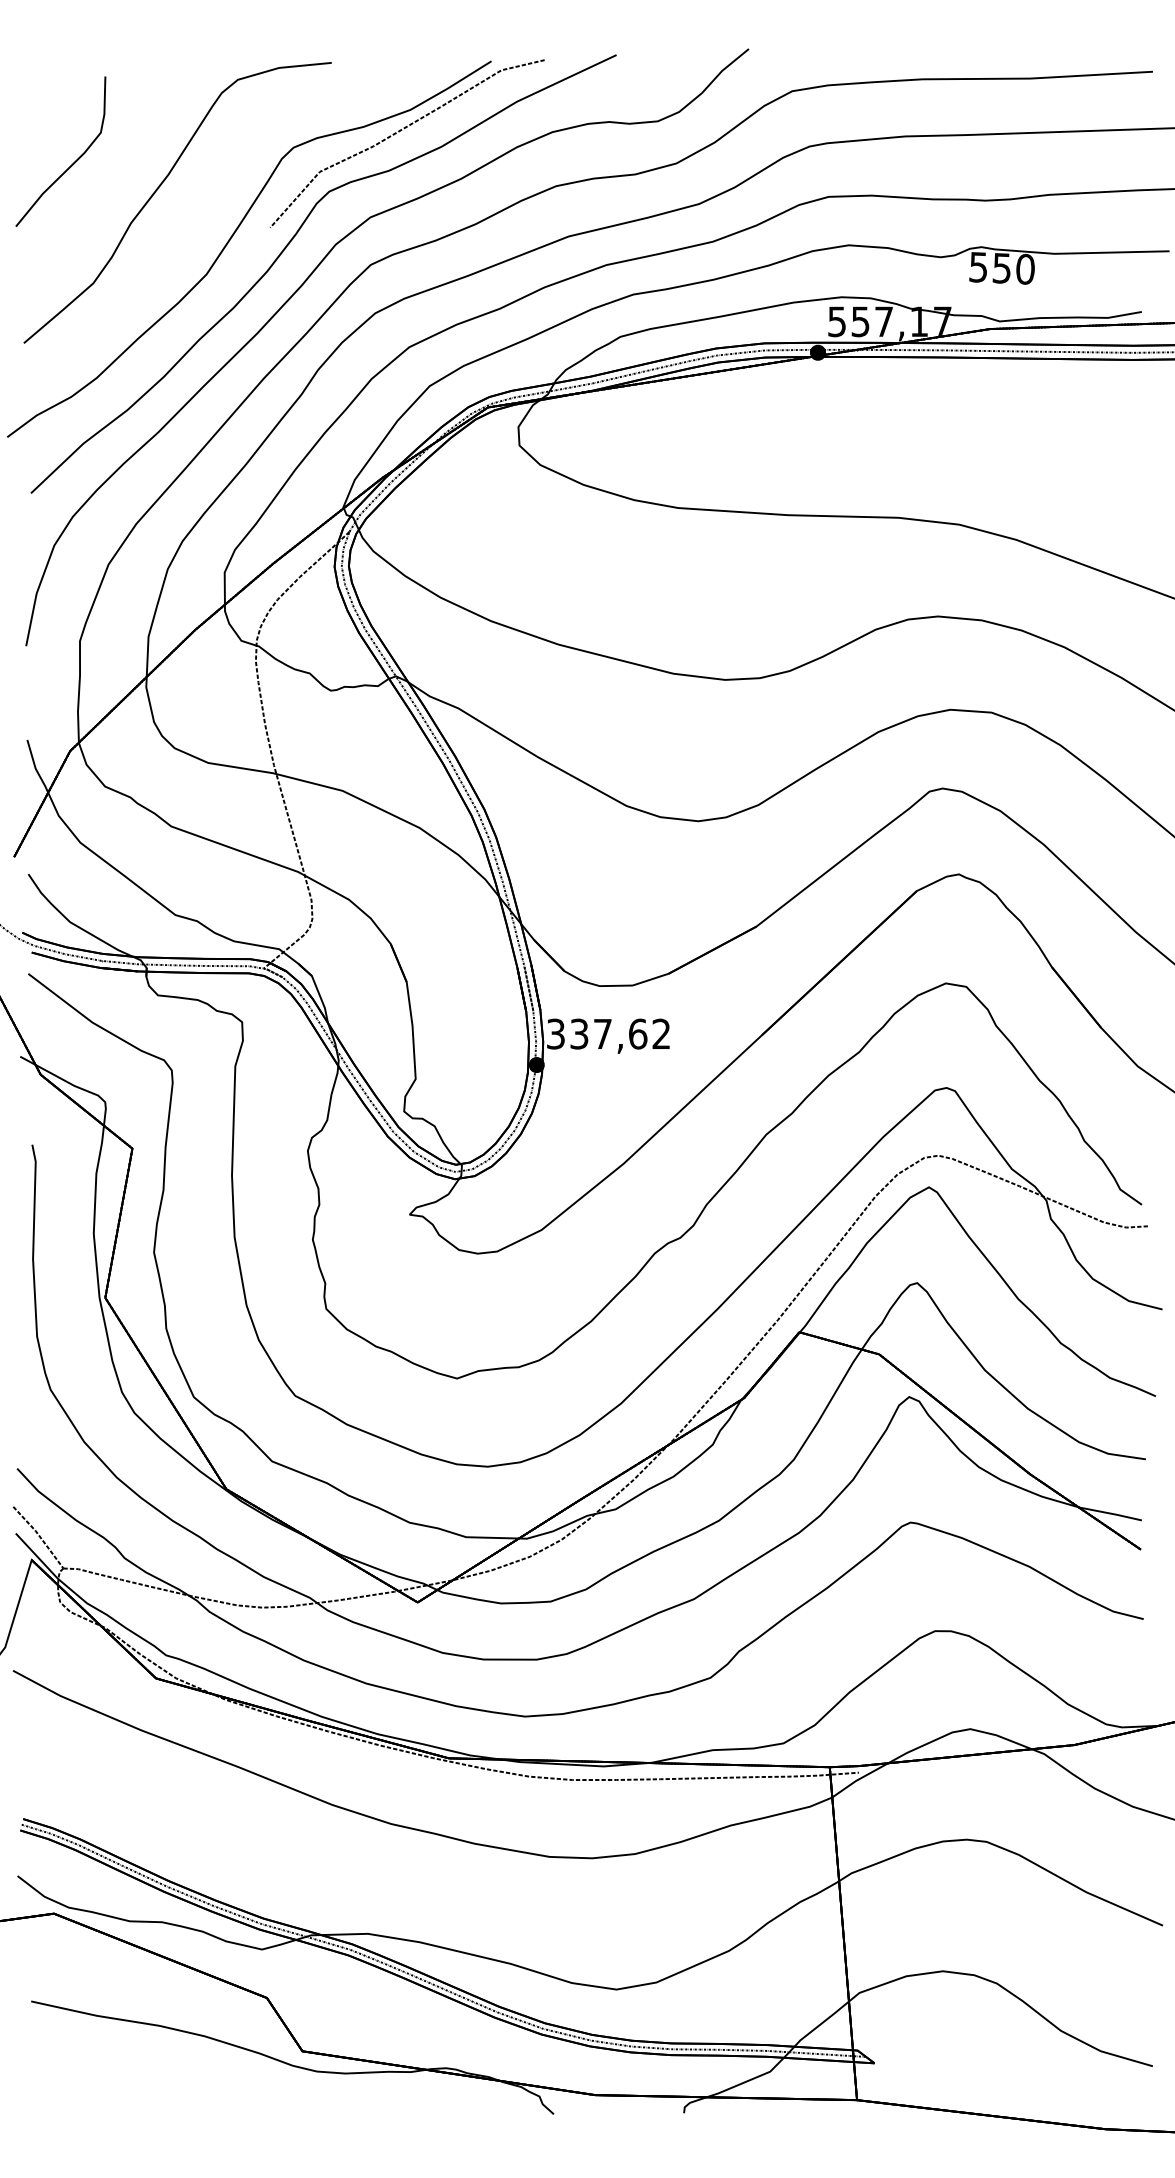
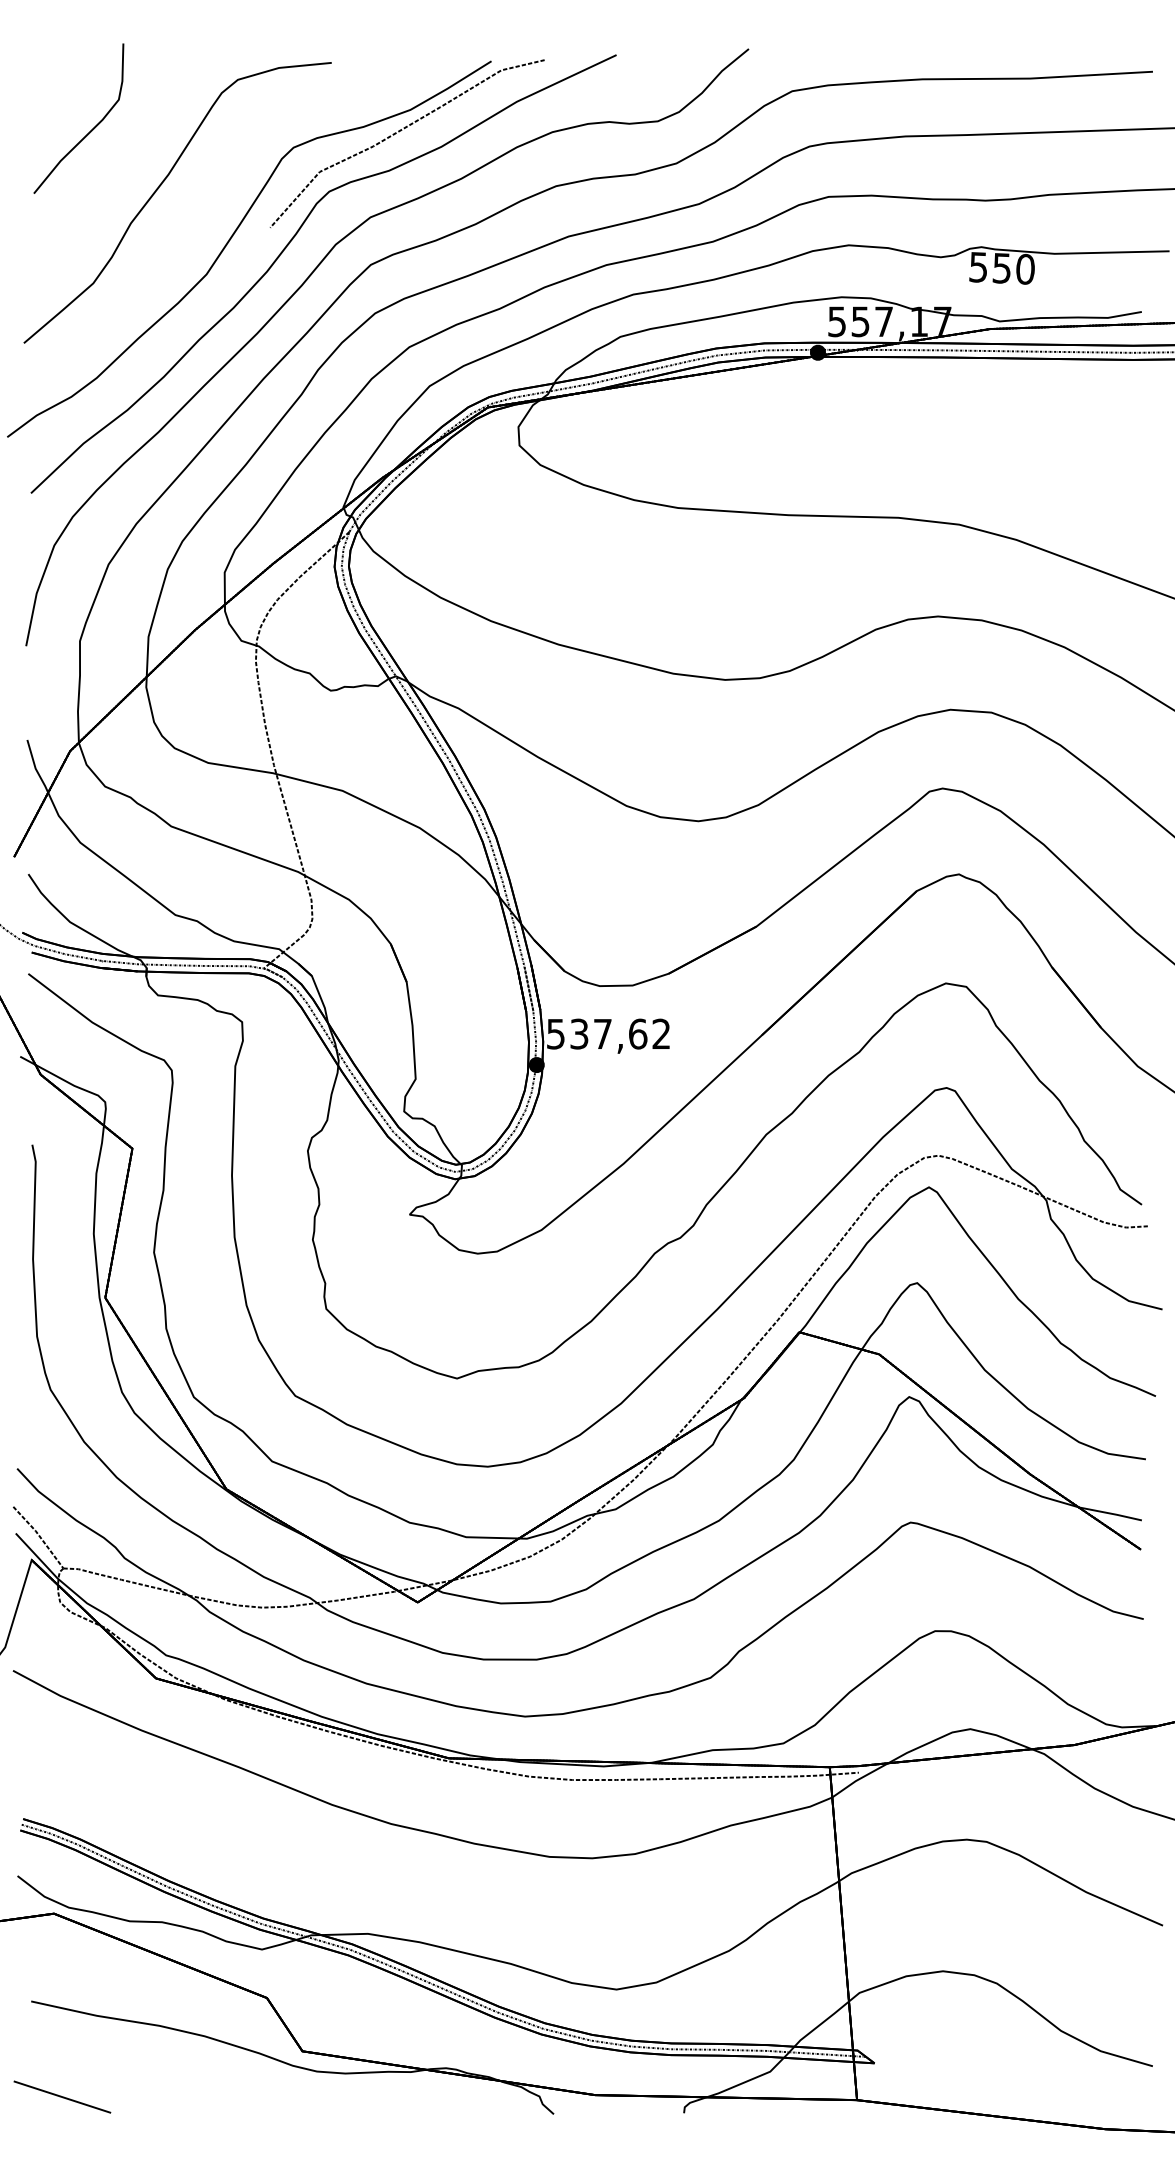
part at (72, 163) position: (72, 163) -> (90, 130)
text at (555, 1033): 337,62 -> 537,62
line at (62, 2096): none -> present
